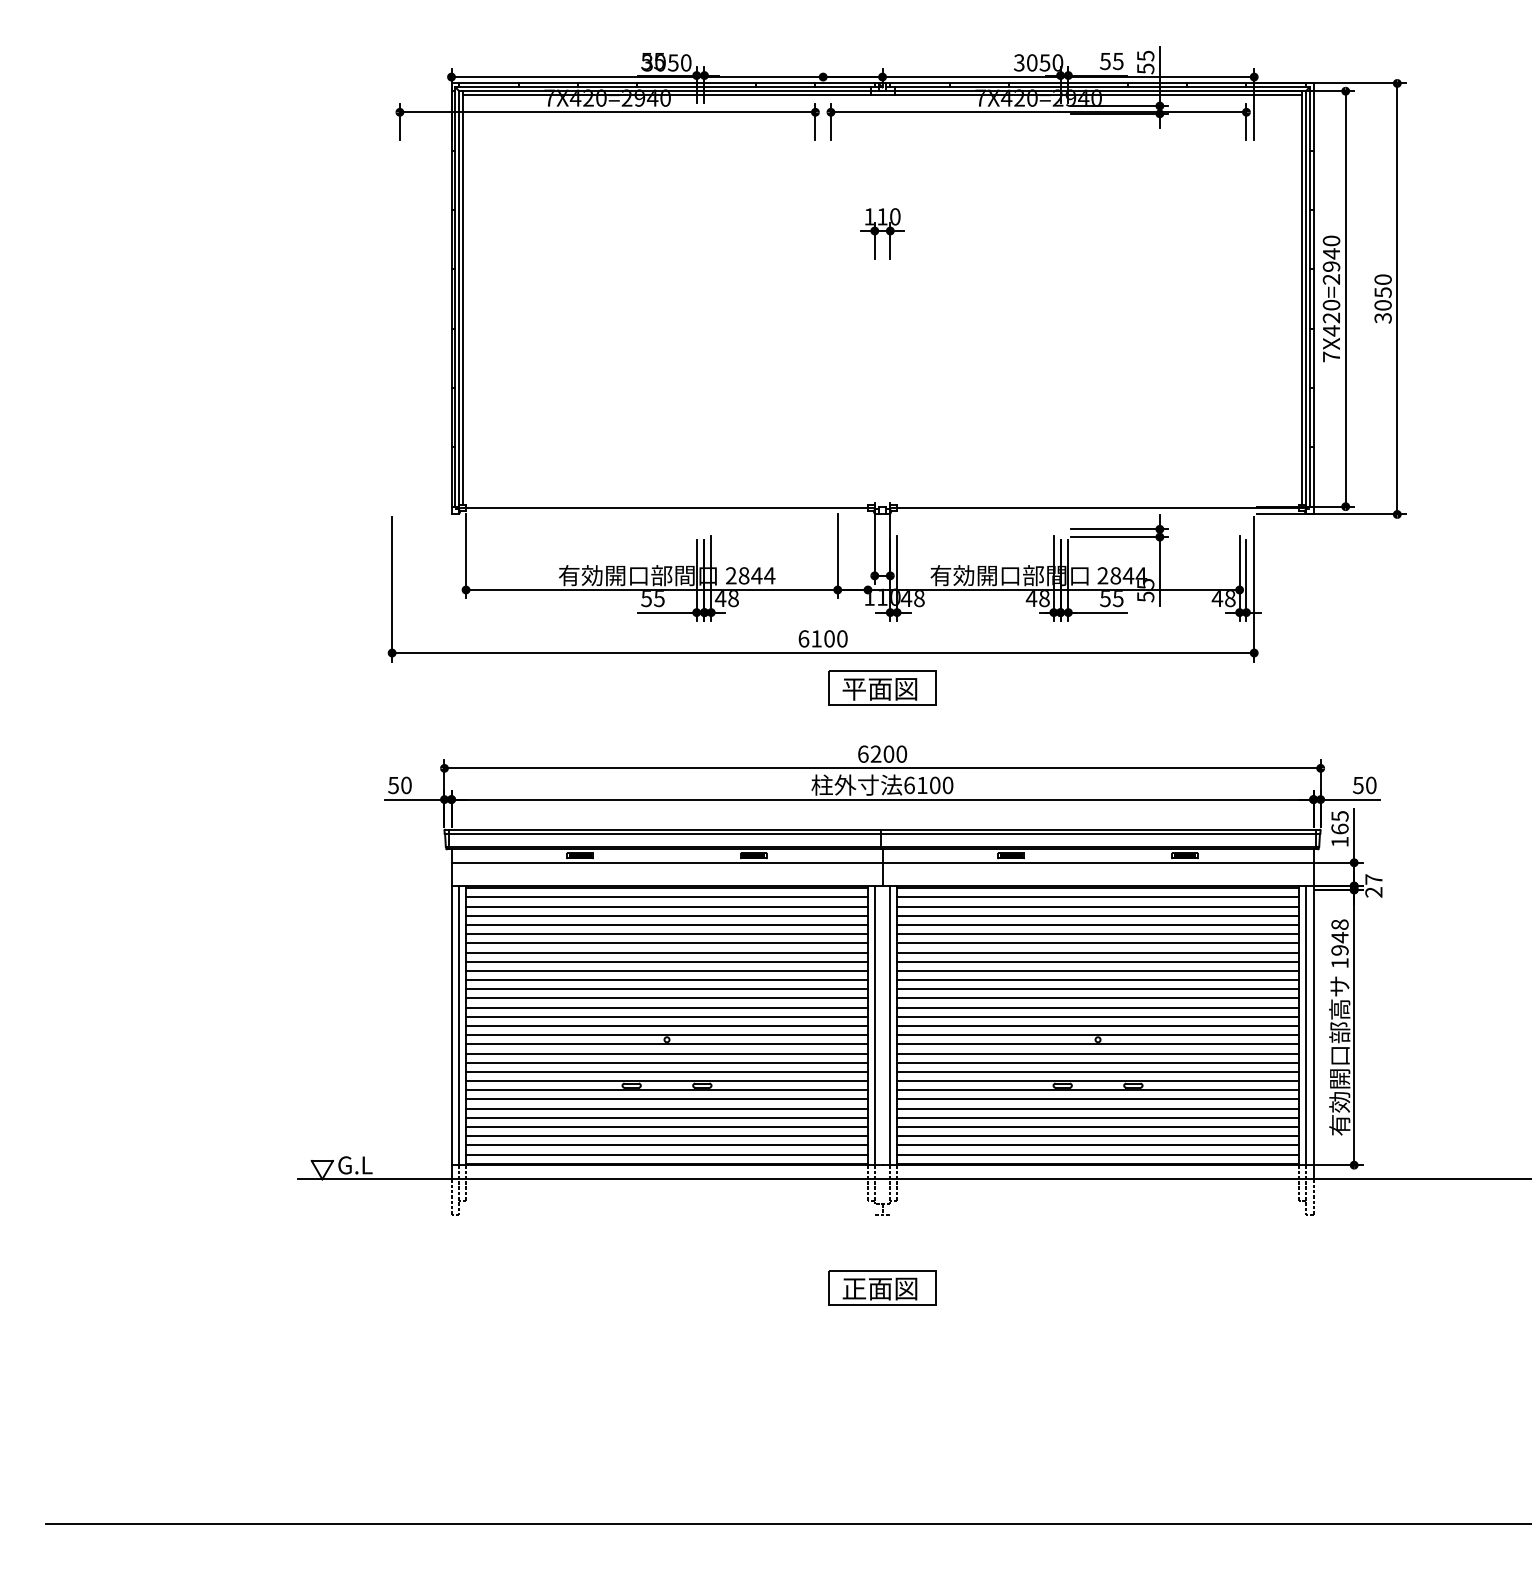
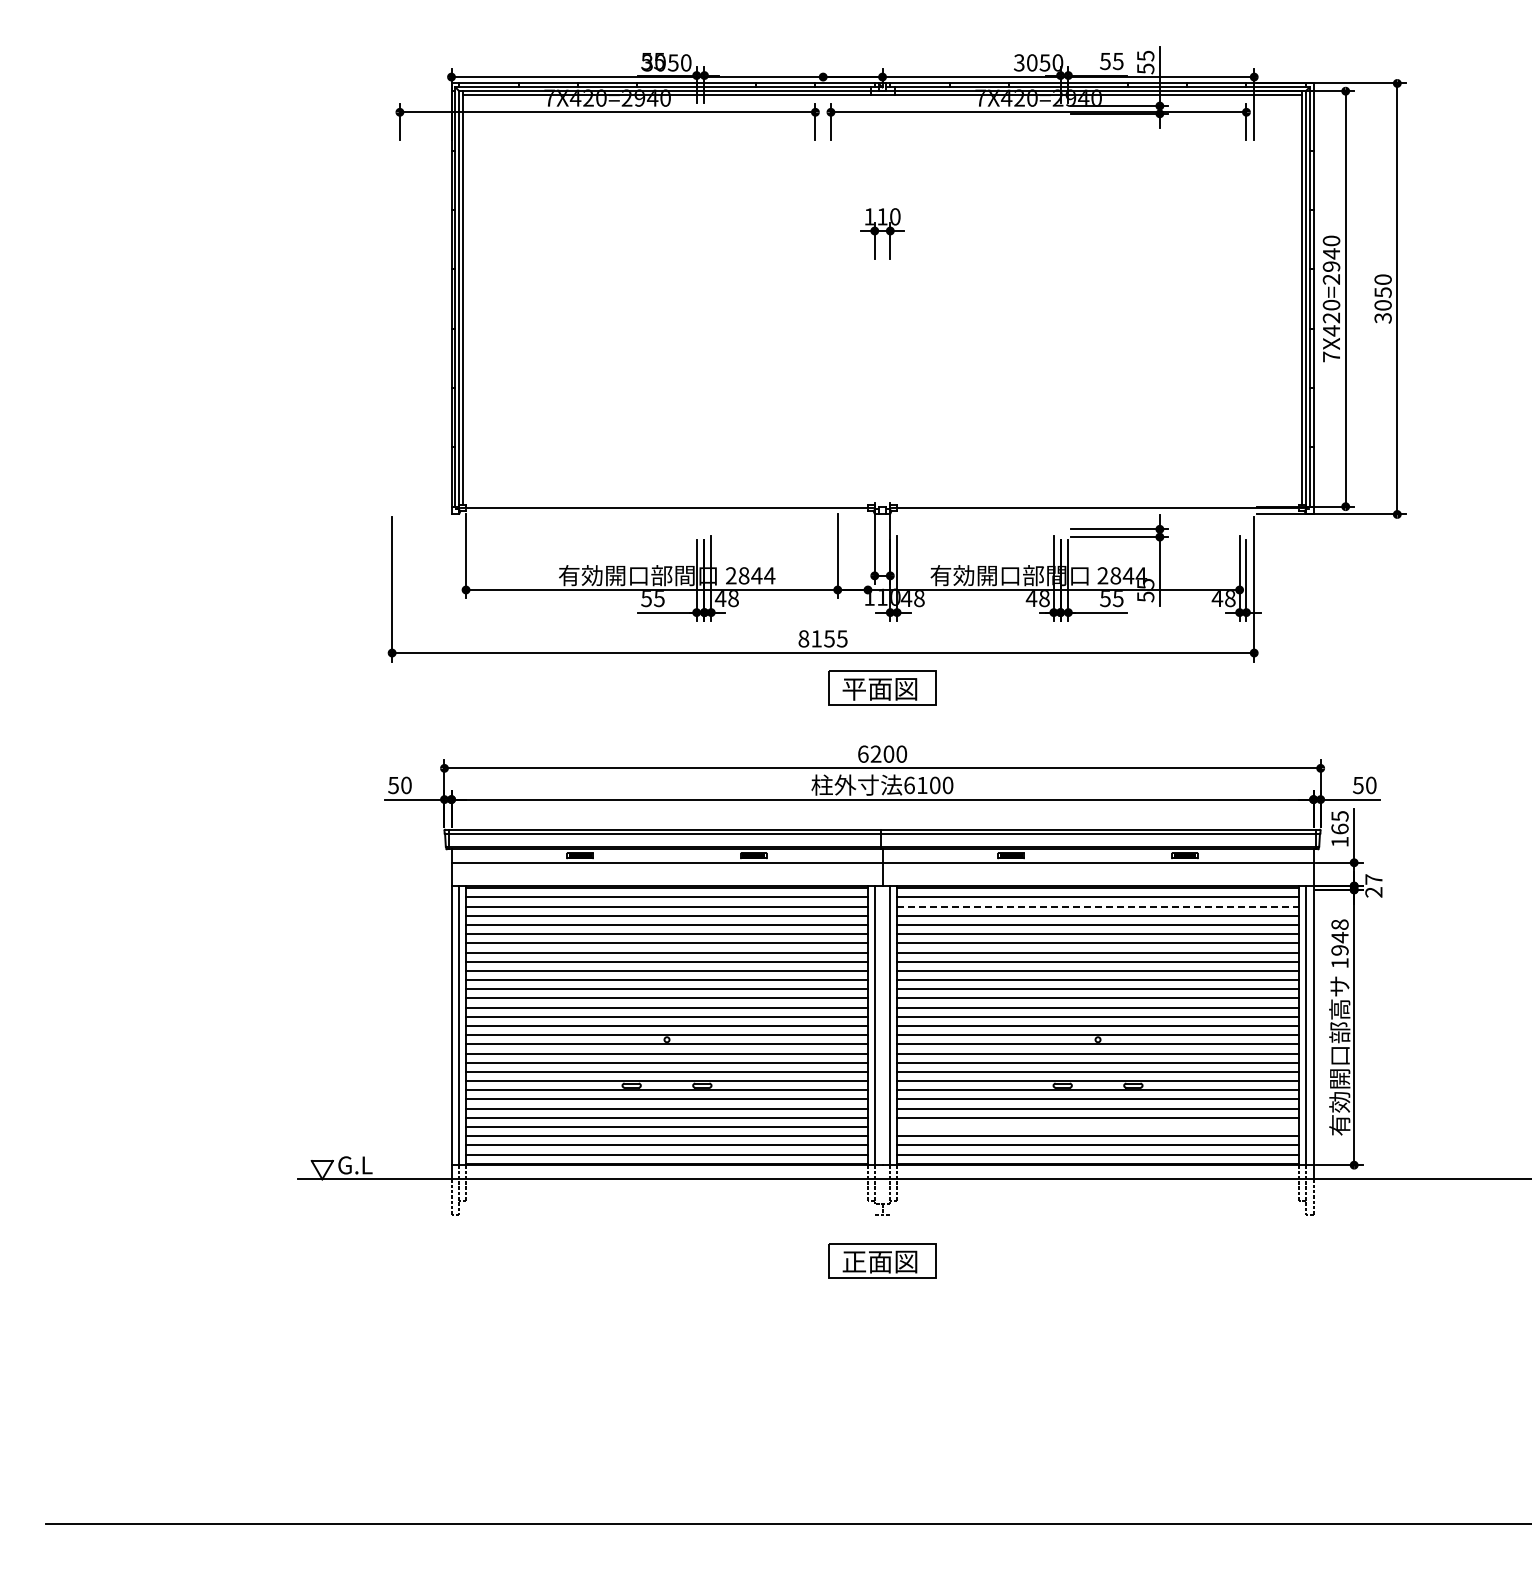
text at (822, 638): 6100 -> 8155
line at (1098, 906): solid -> dashed
line at (1098, 1127): present -> none
part at (882, 1287) position: (882, 1287) -> (882, 1260)
